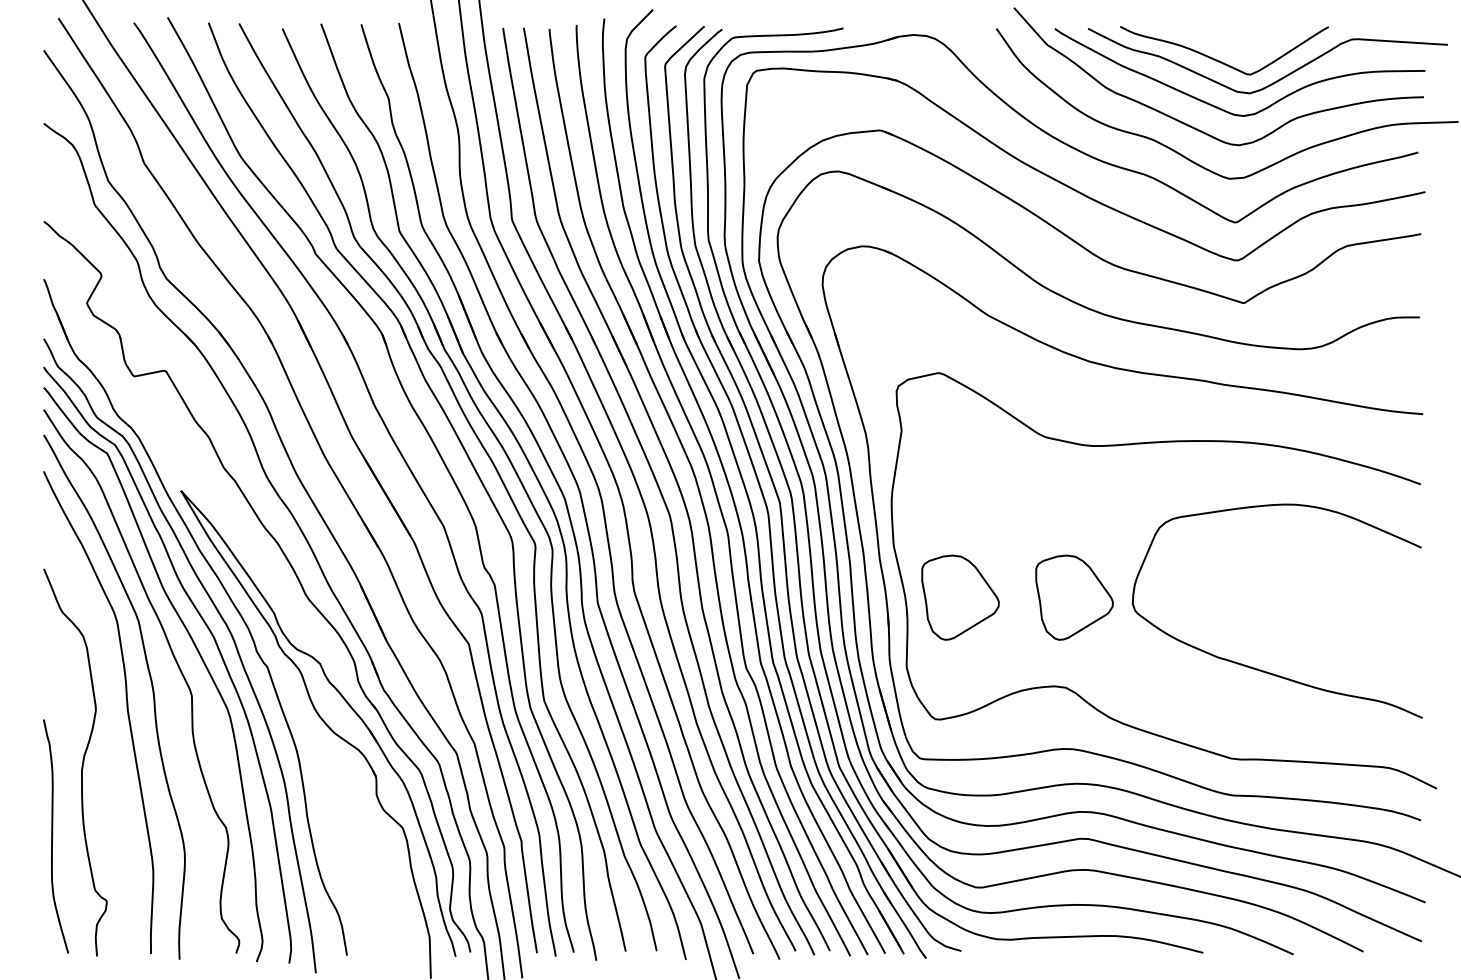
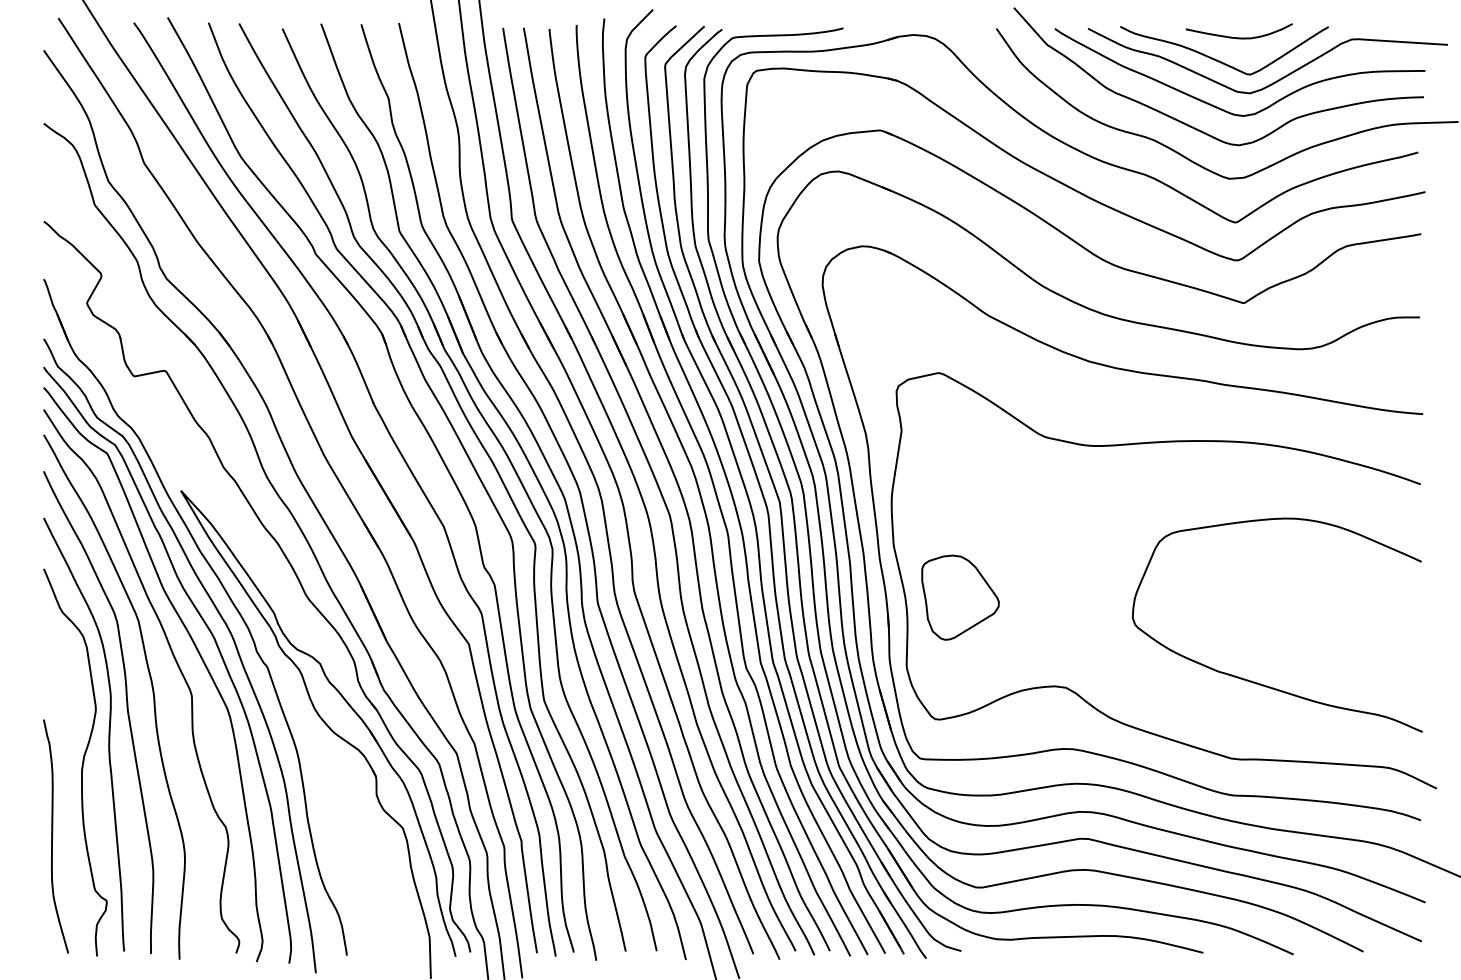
curve at (1238, 37): none -> present
part at (1074, 597): present -> none
curve at (1257, 668) position: (1257, 668) -> (1257, 682)
curve at (108, 734): none -> present
